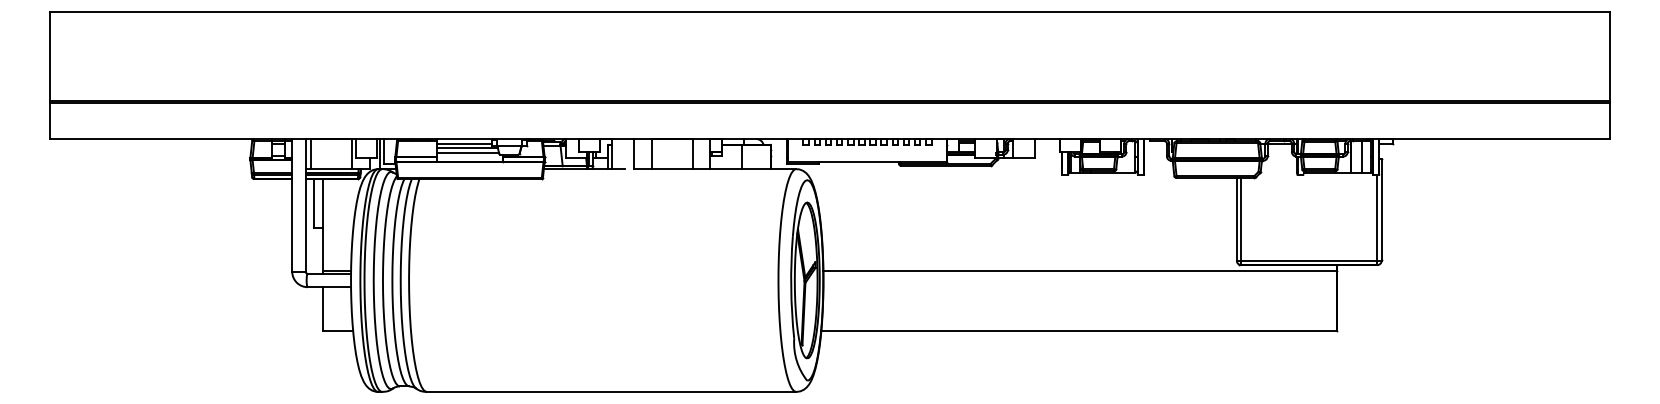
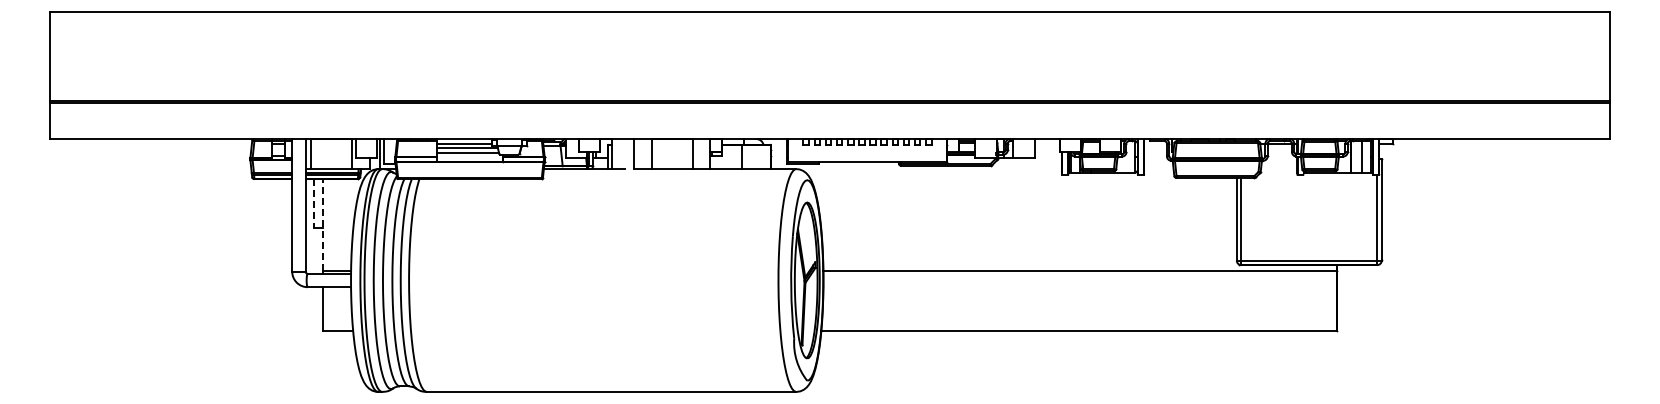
line at (313, 203): solid -> dashed
line at (322, 224): solid -> dashed
